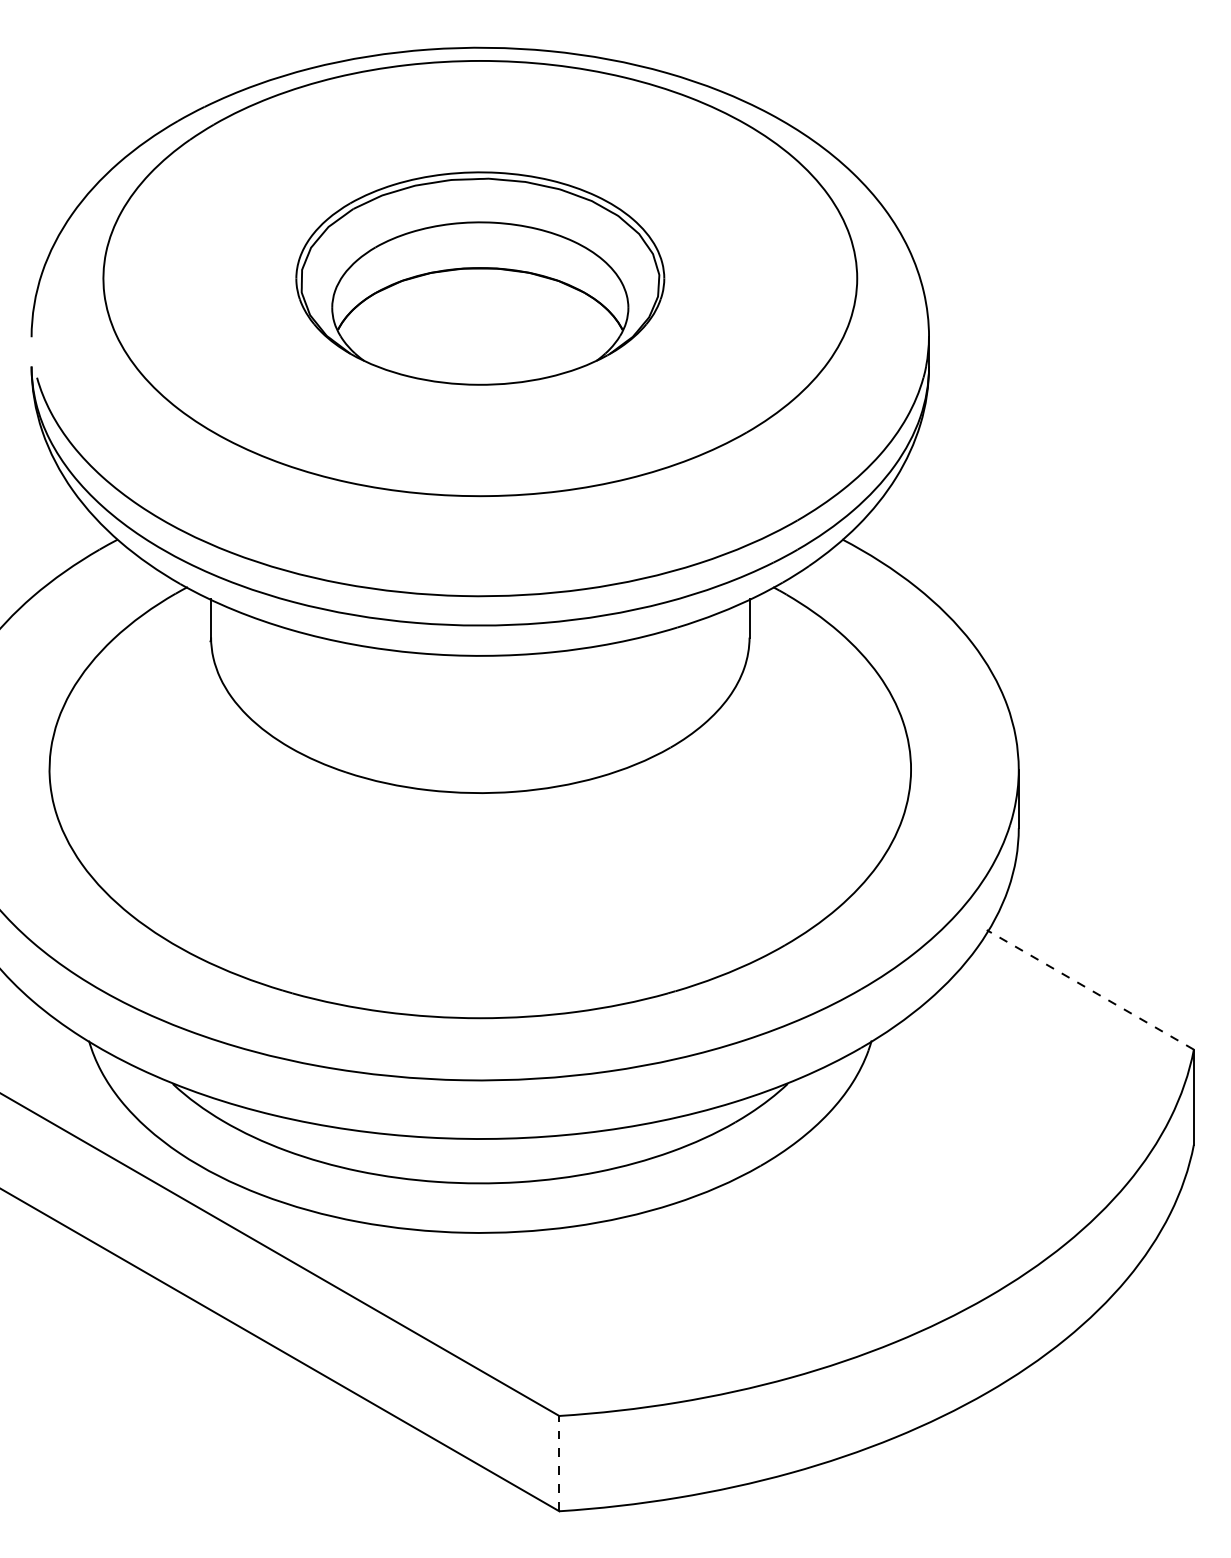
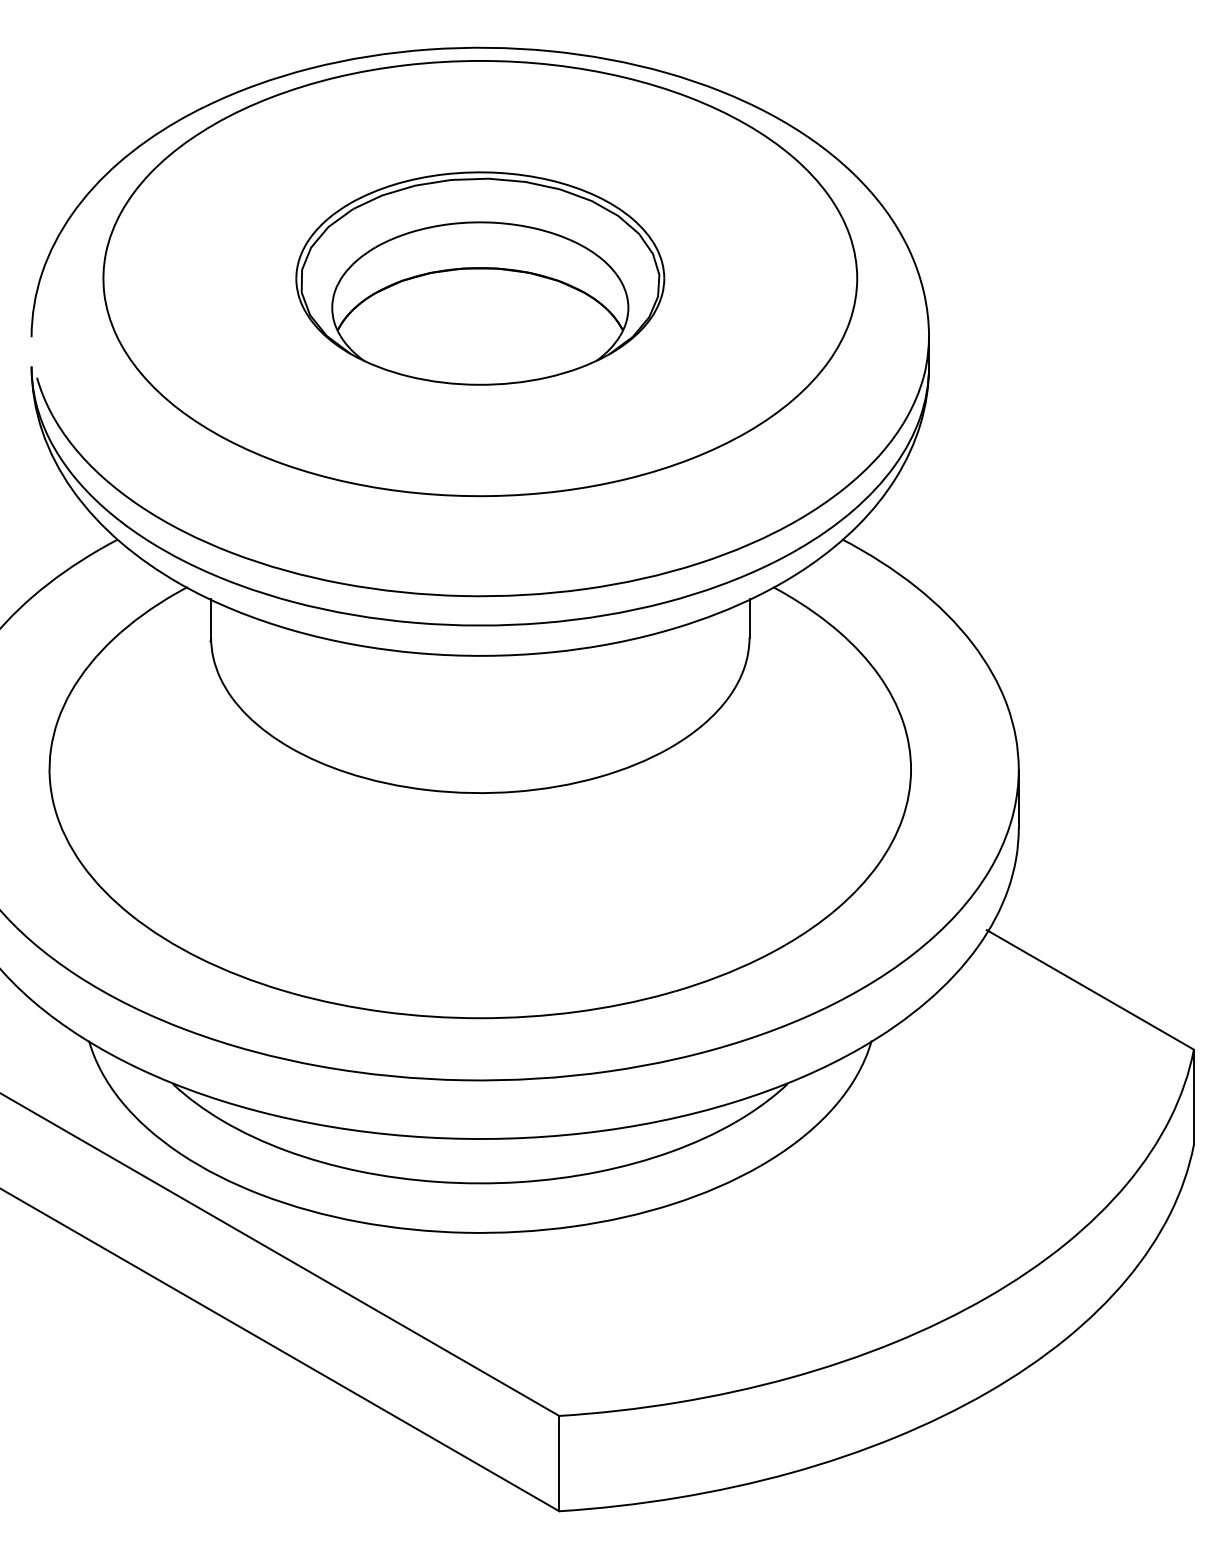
line at (1090, 989): dashed -> solid
line at (559, 1463): dashed -> solid
